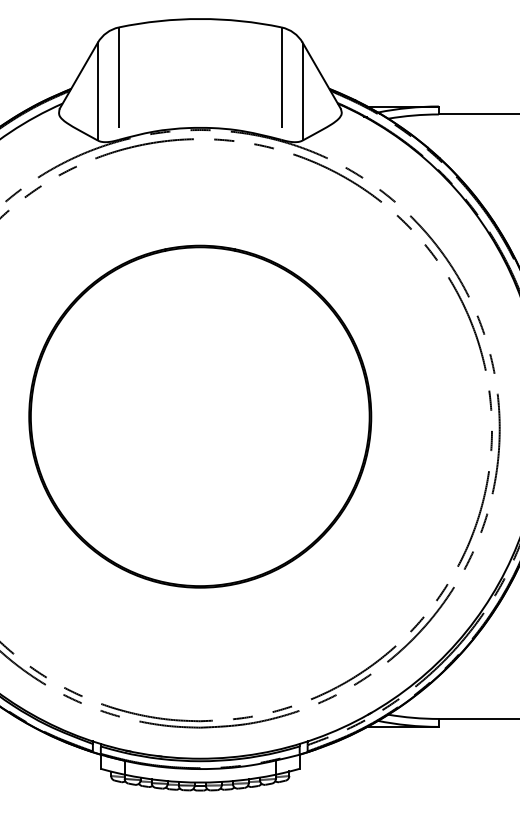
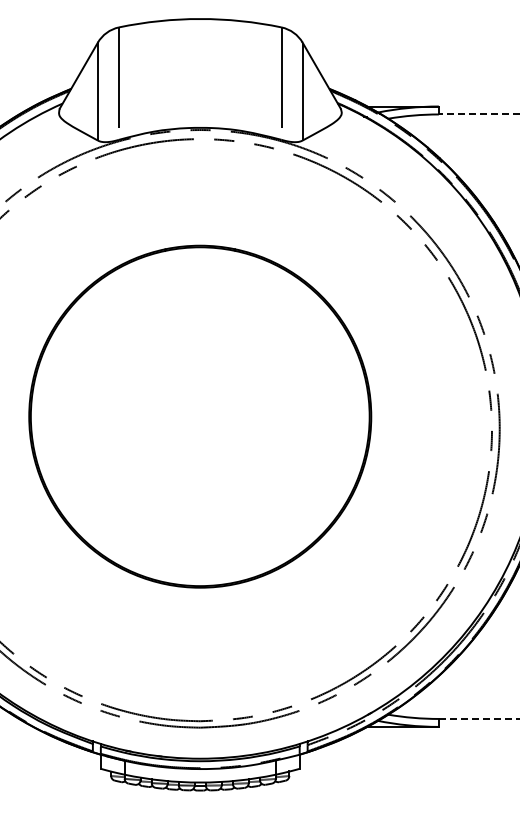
line at (478, 114): solid -> dashed
line at (479, 718): solid -> dashed
